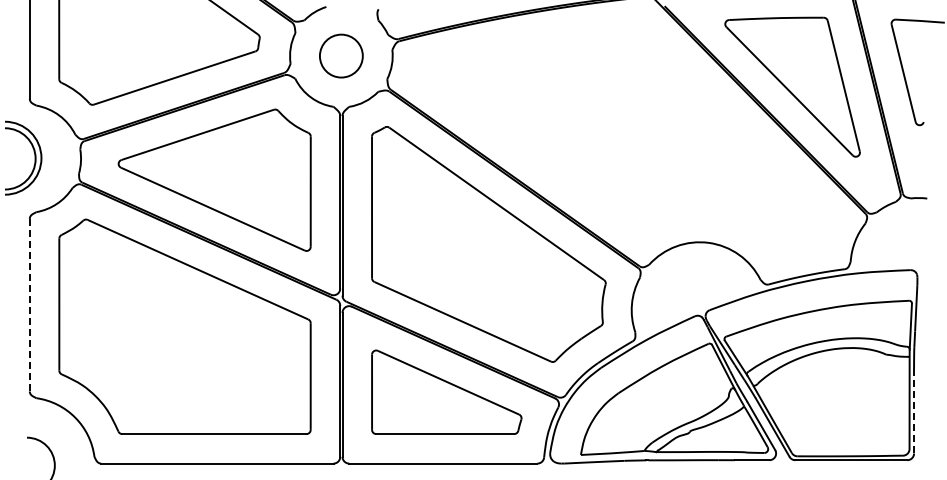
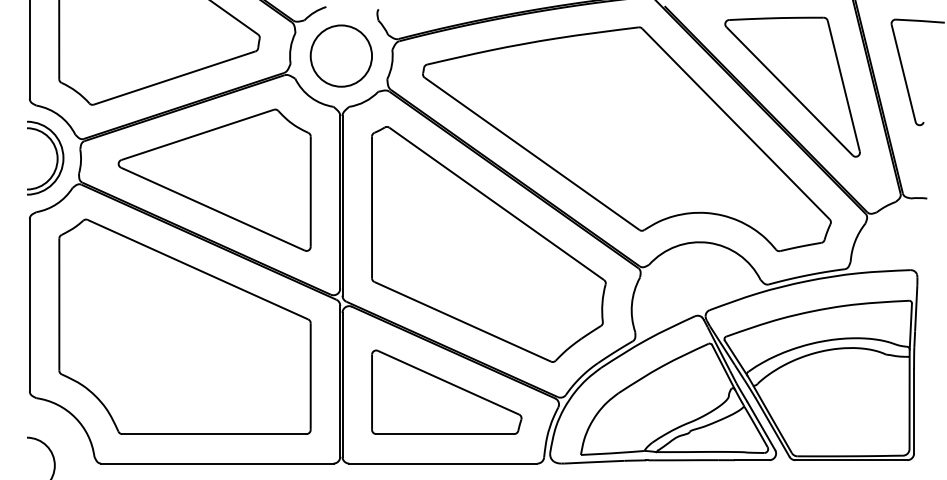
circle at (340, 55) diameter: 43 px -> 61 px
part at (626, 139): none -> present
part at (34, 157) position: (34, 157) -> (56, 157)
line at (29, 305): dashed -> solid
line at (914, 411): dashed -> solid
